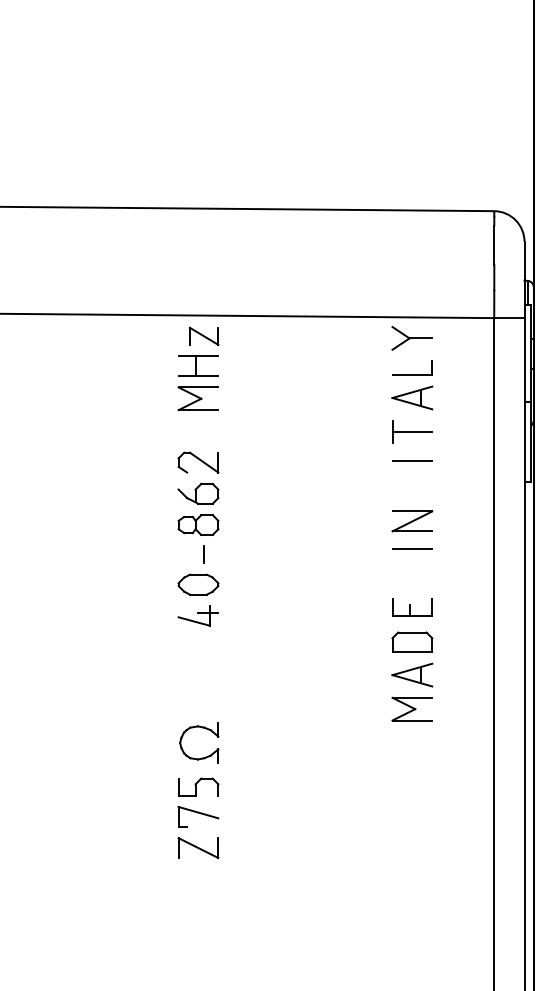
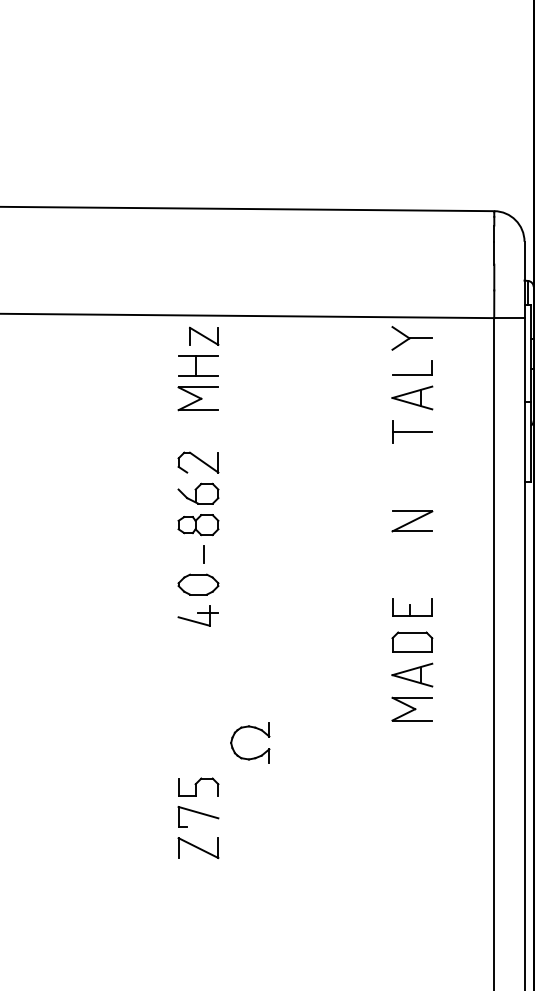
line at (412, 461): present -> none
line at (412, 549): present -> none
part at (202, 728) position: (202, 728) -> (253, 728)
